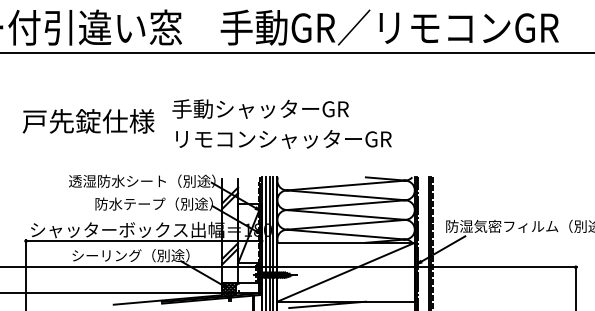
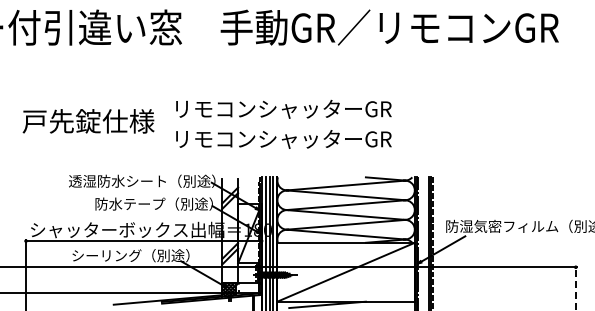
line at (296, 52): present -> none
text at (281, 108): 手動シャッターGR -> リモコンシャッターGR
line at (575, 288): solid -> dashed
